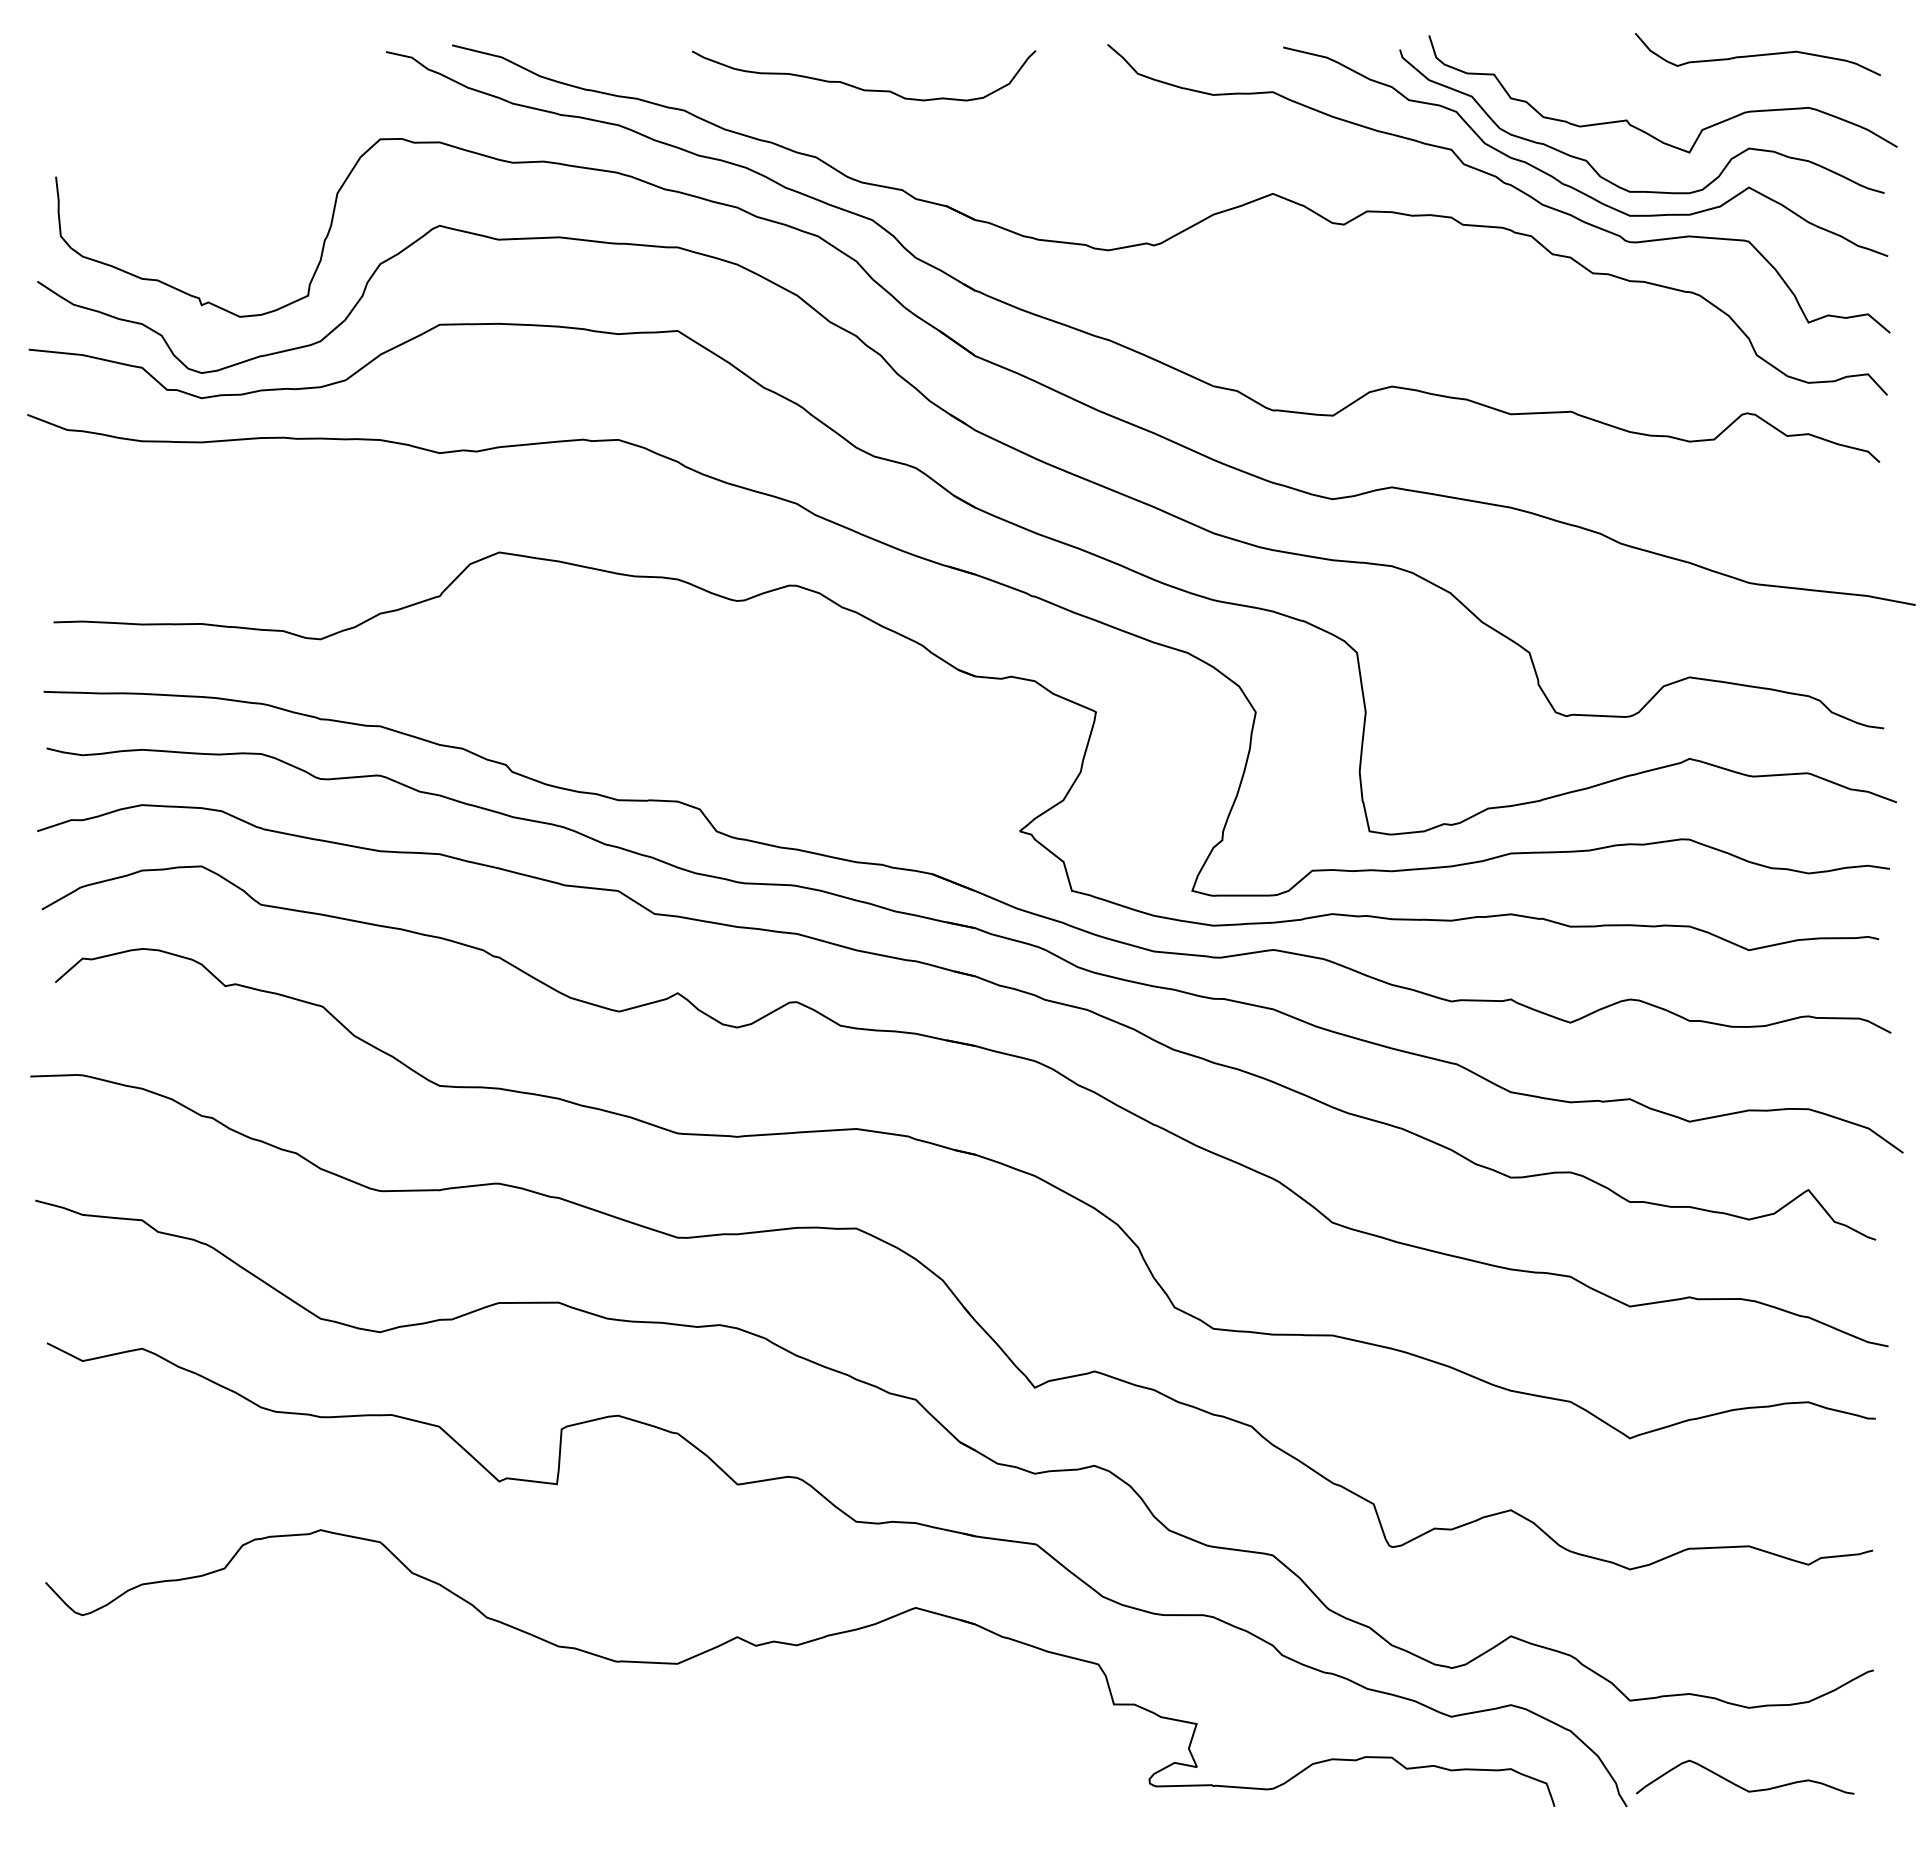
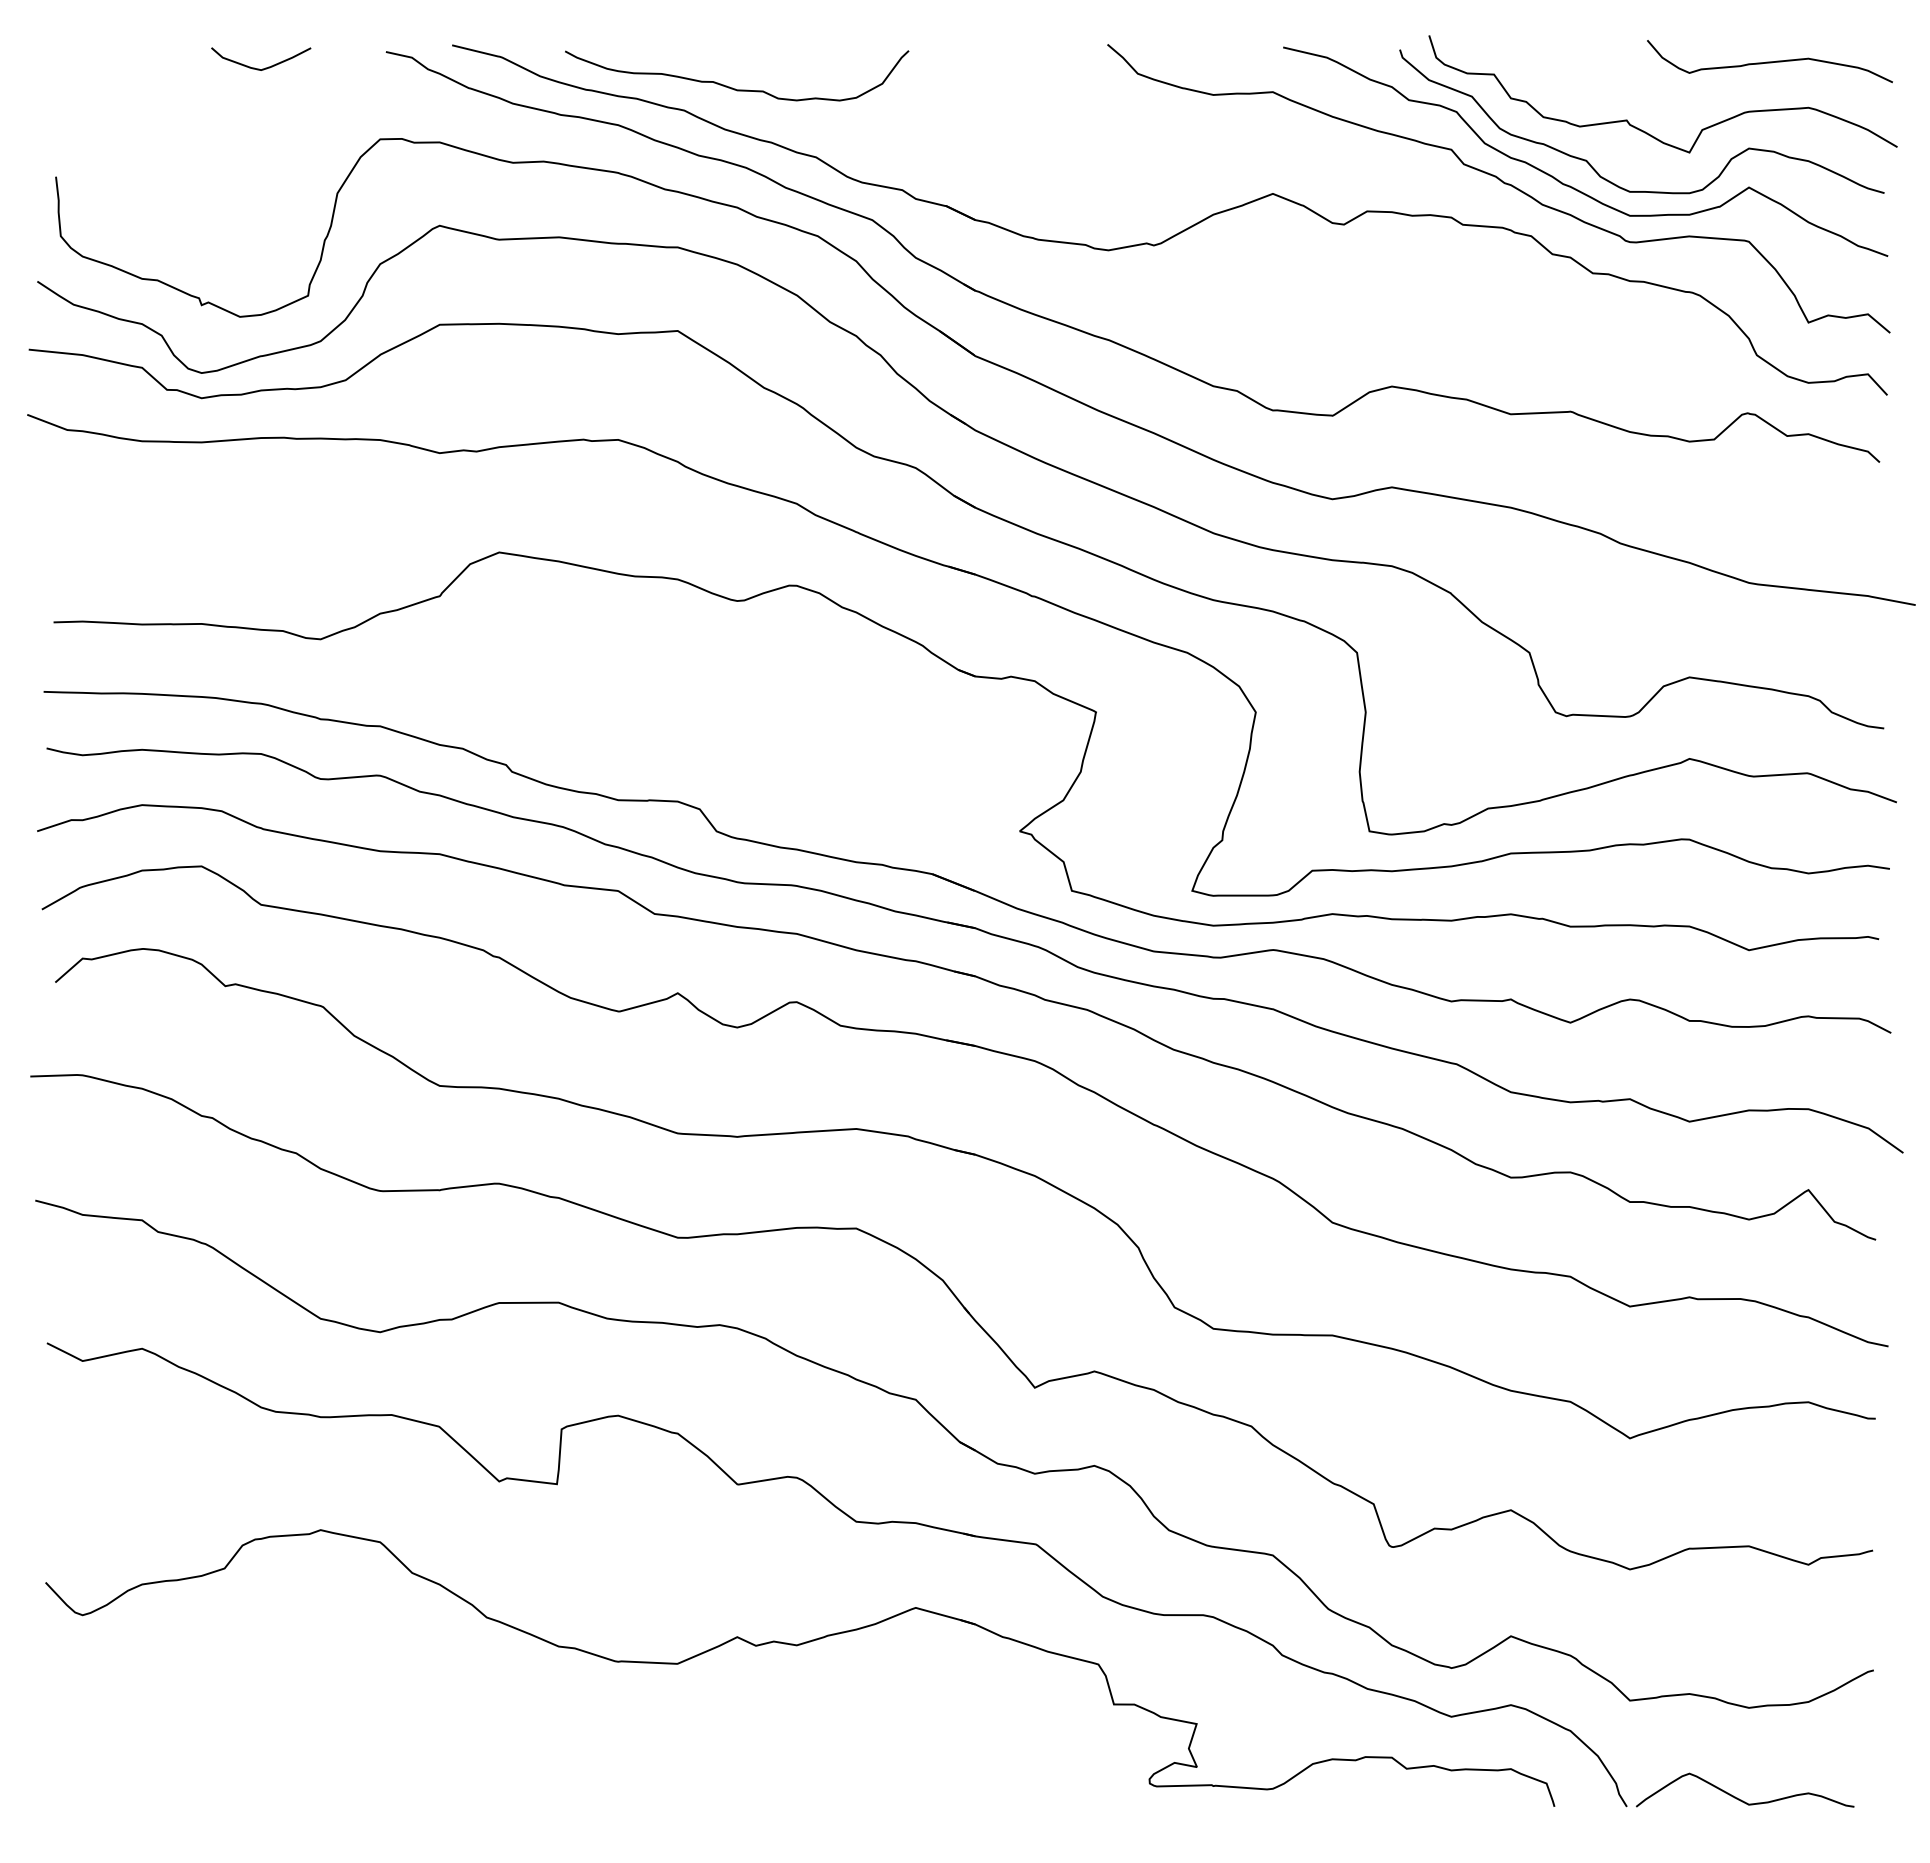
curve at (1757, 54) position: (1757, 54) -> (1769, 61)
curve at (265, 67): none -> present
curve at (859, 87) position: (859, 87) -> (732, 87)
curve at (1741, 1786) position: (1741, 1786) -> (1741, 1799)
